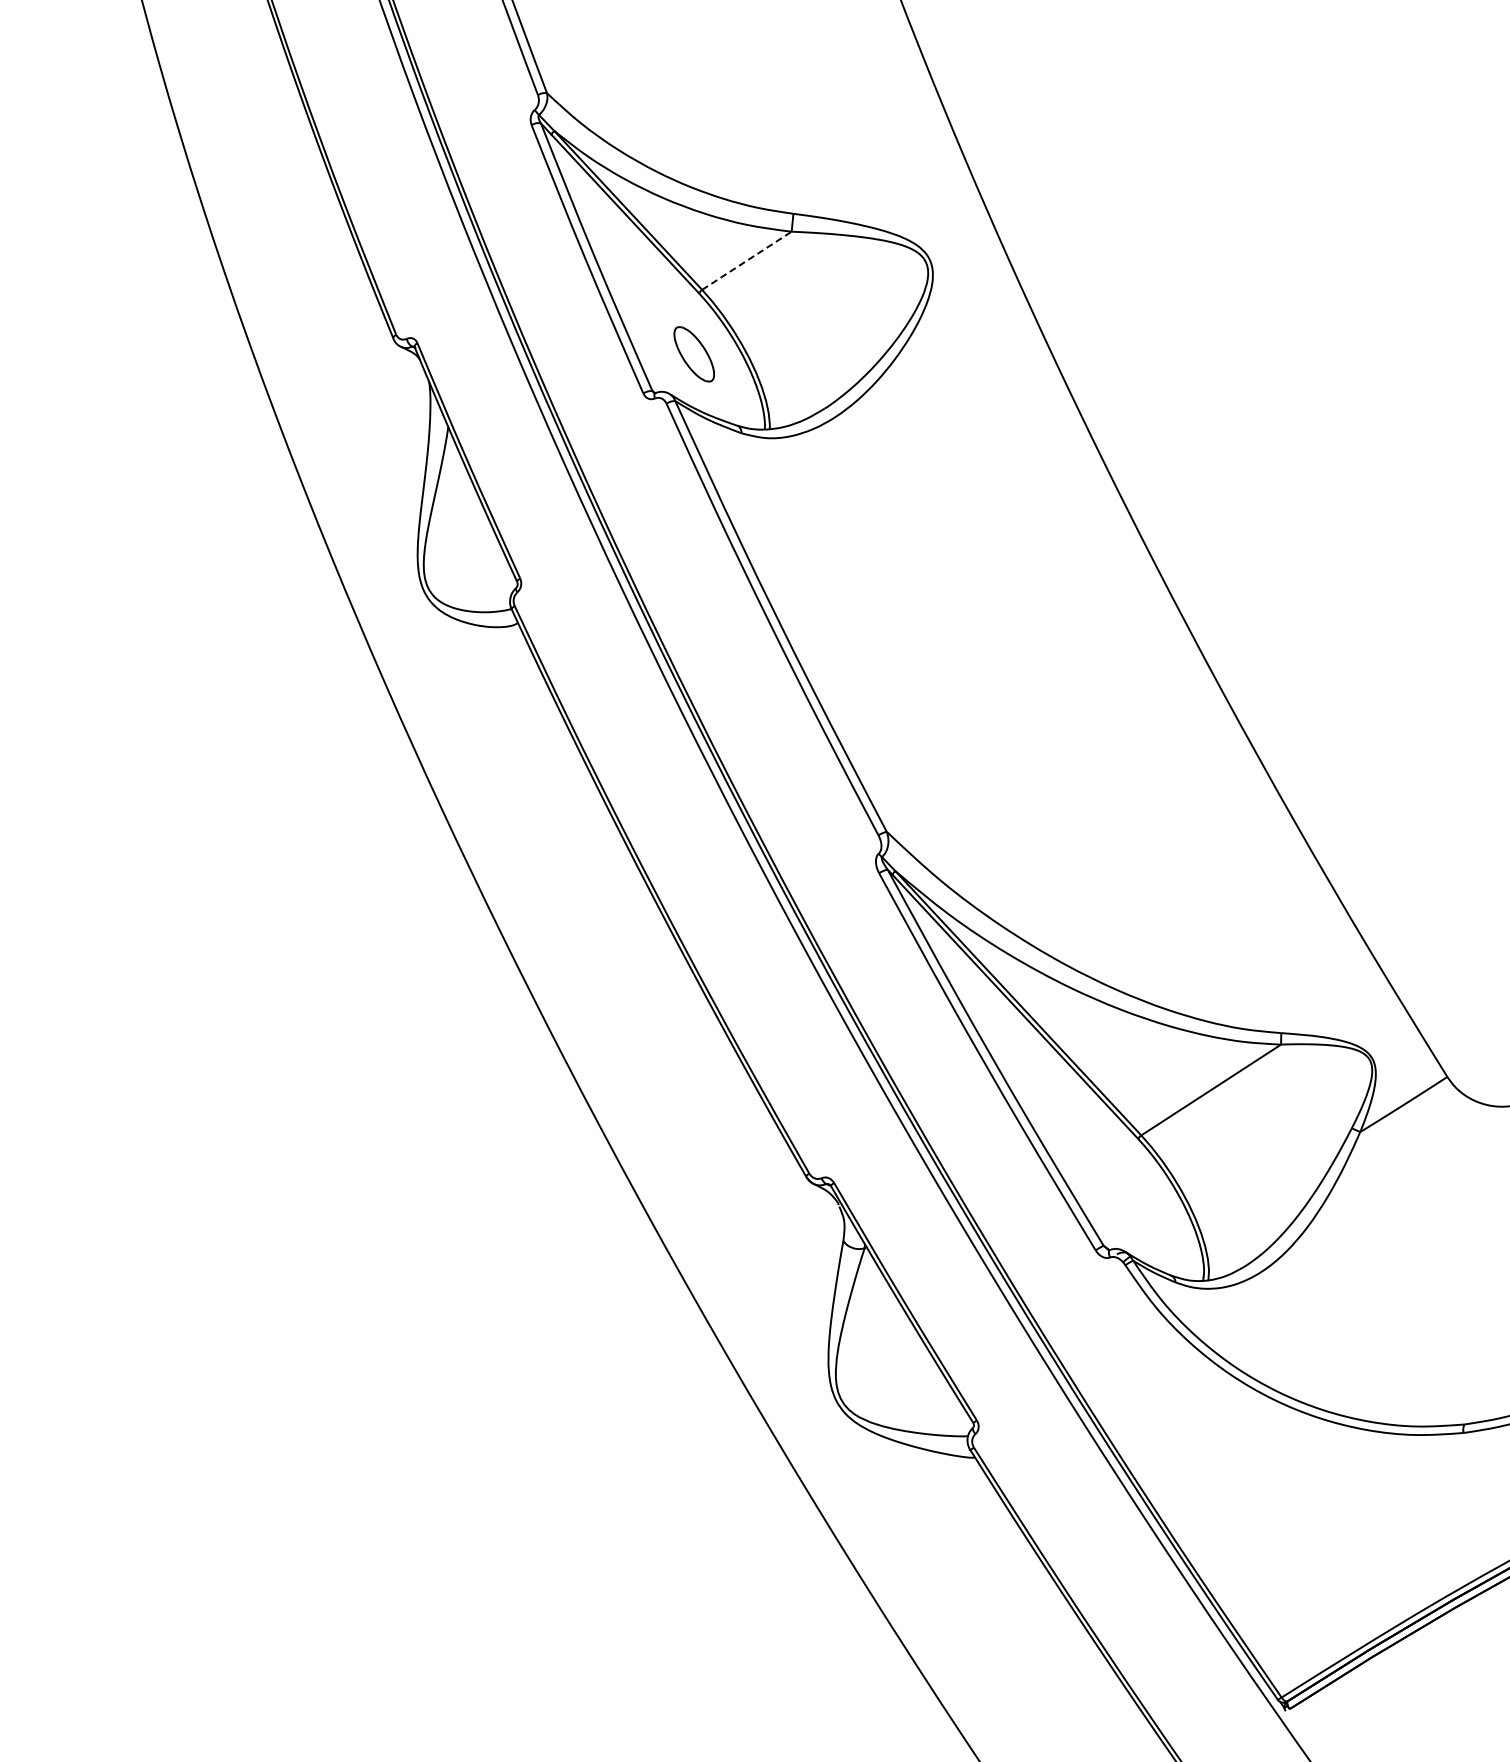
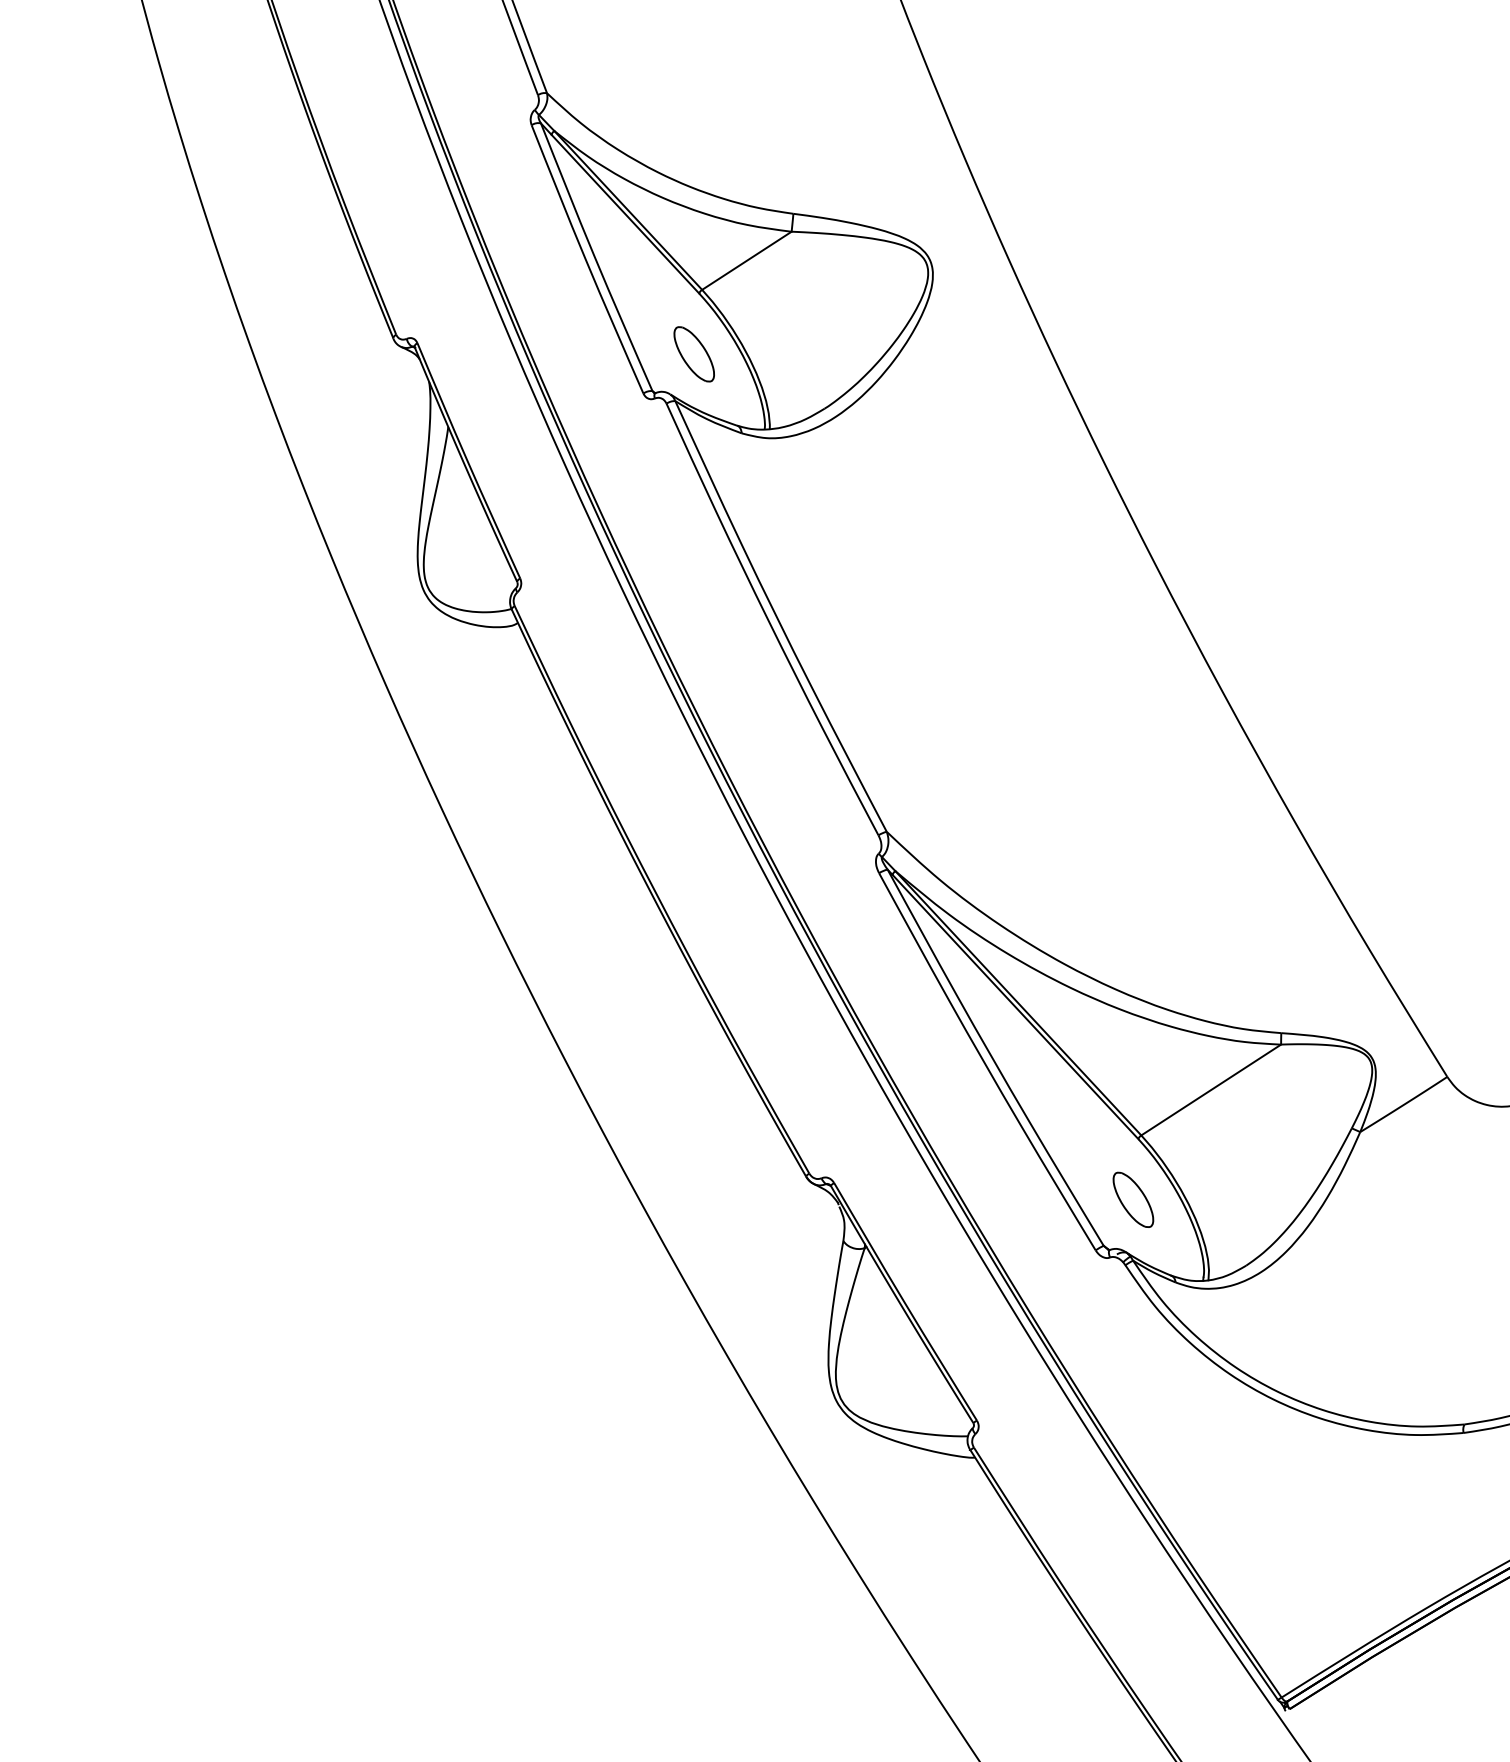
line at (747, 260): dashed -> solid
part at (1133, 1199): none -> present
